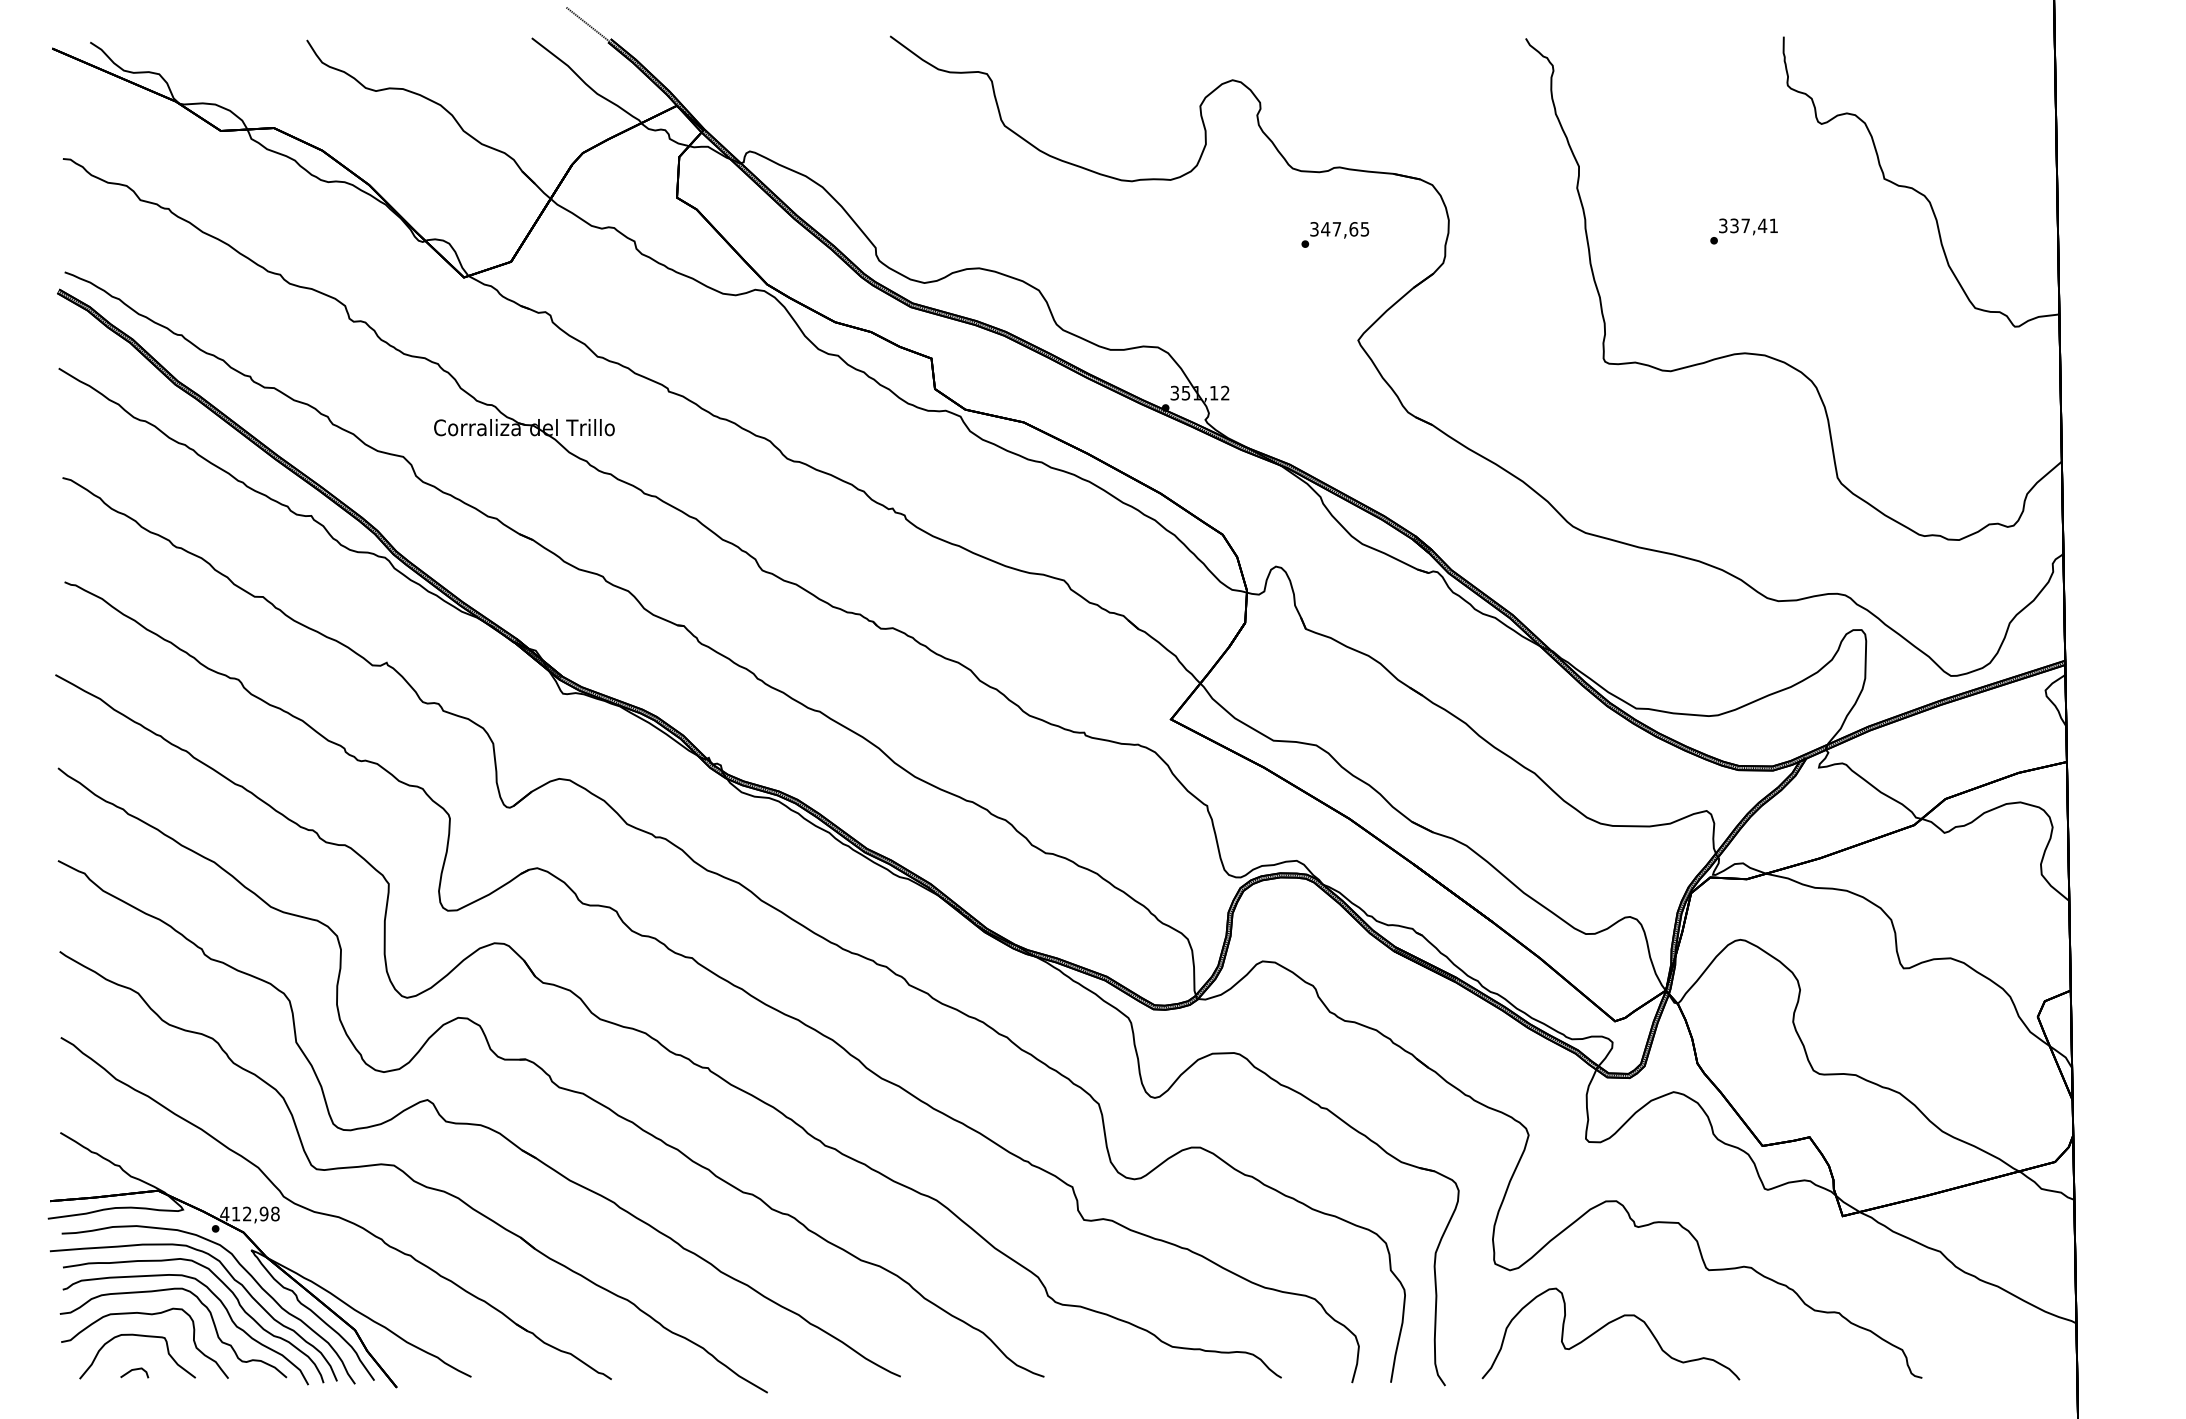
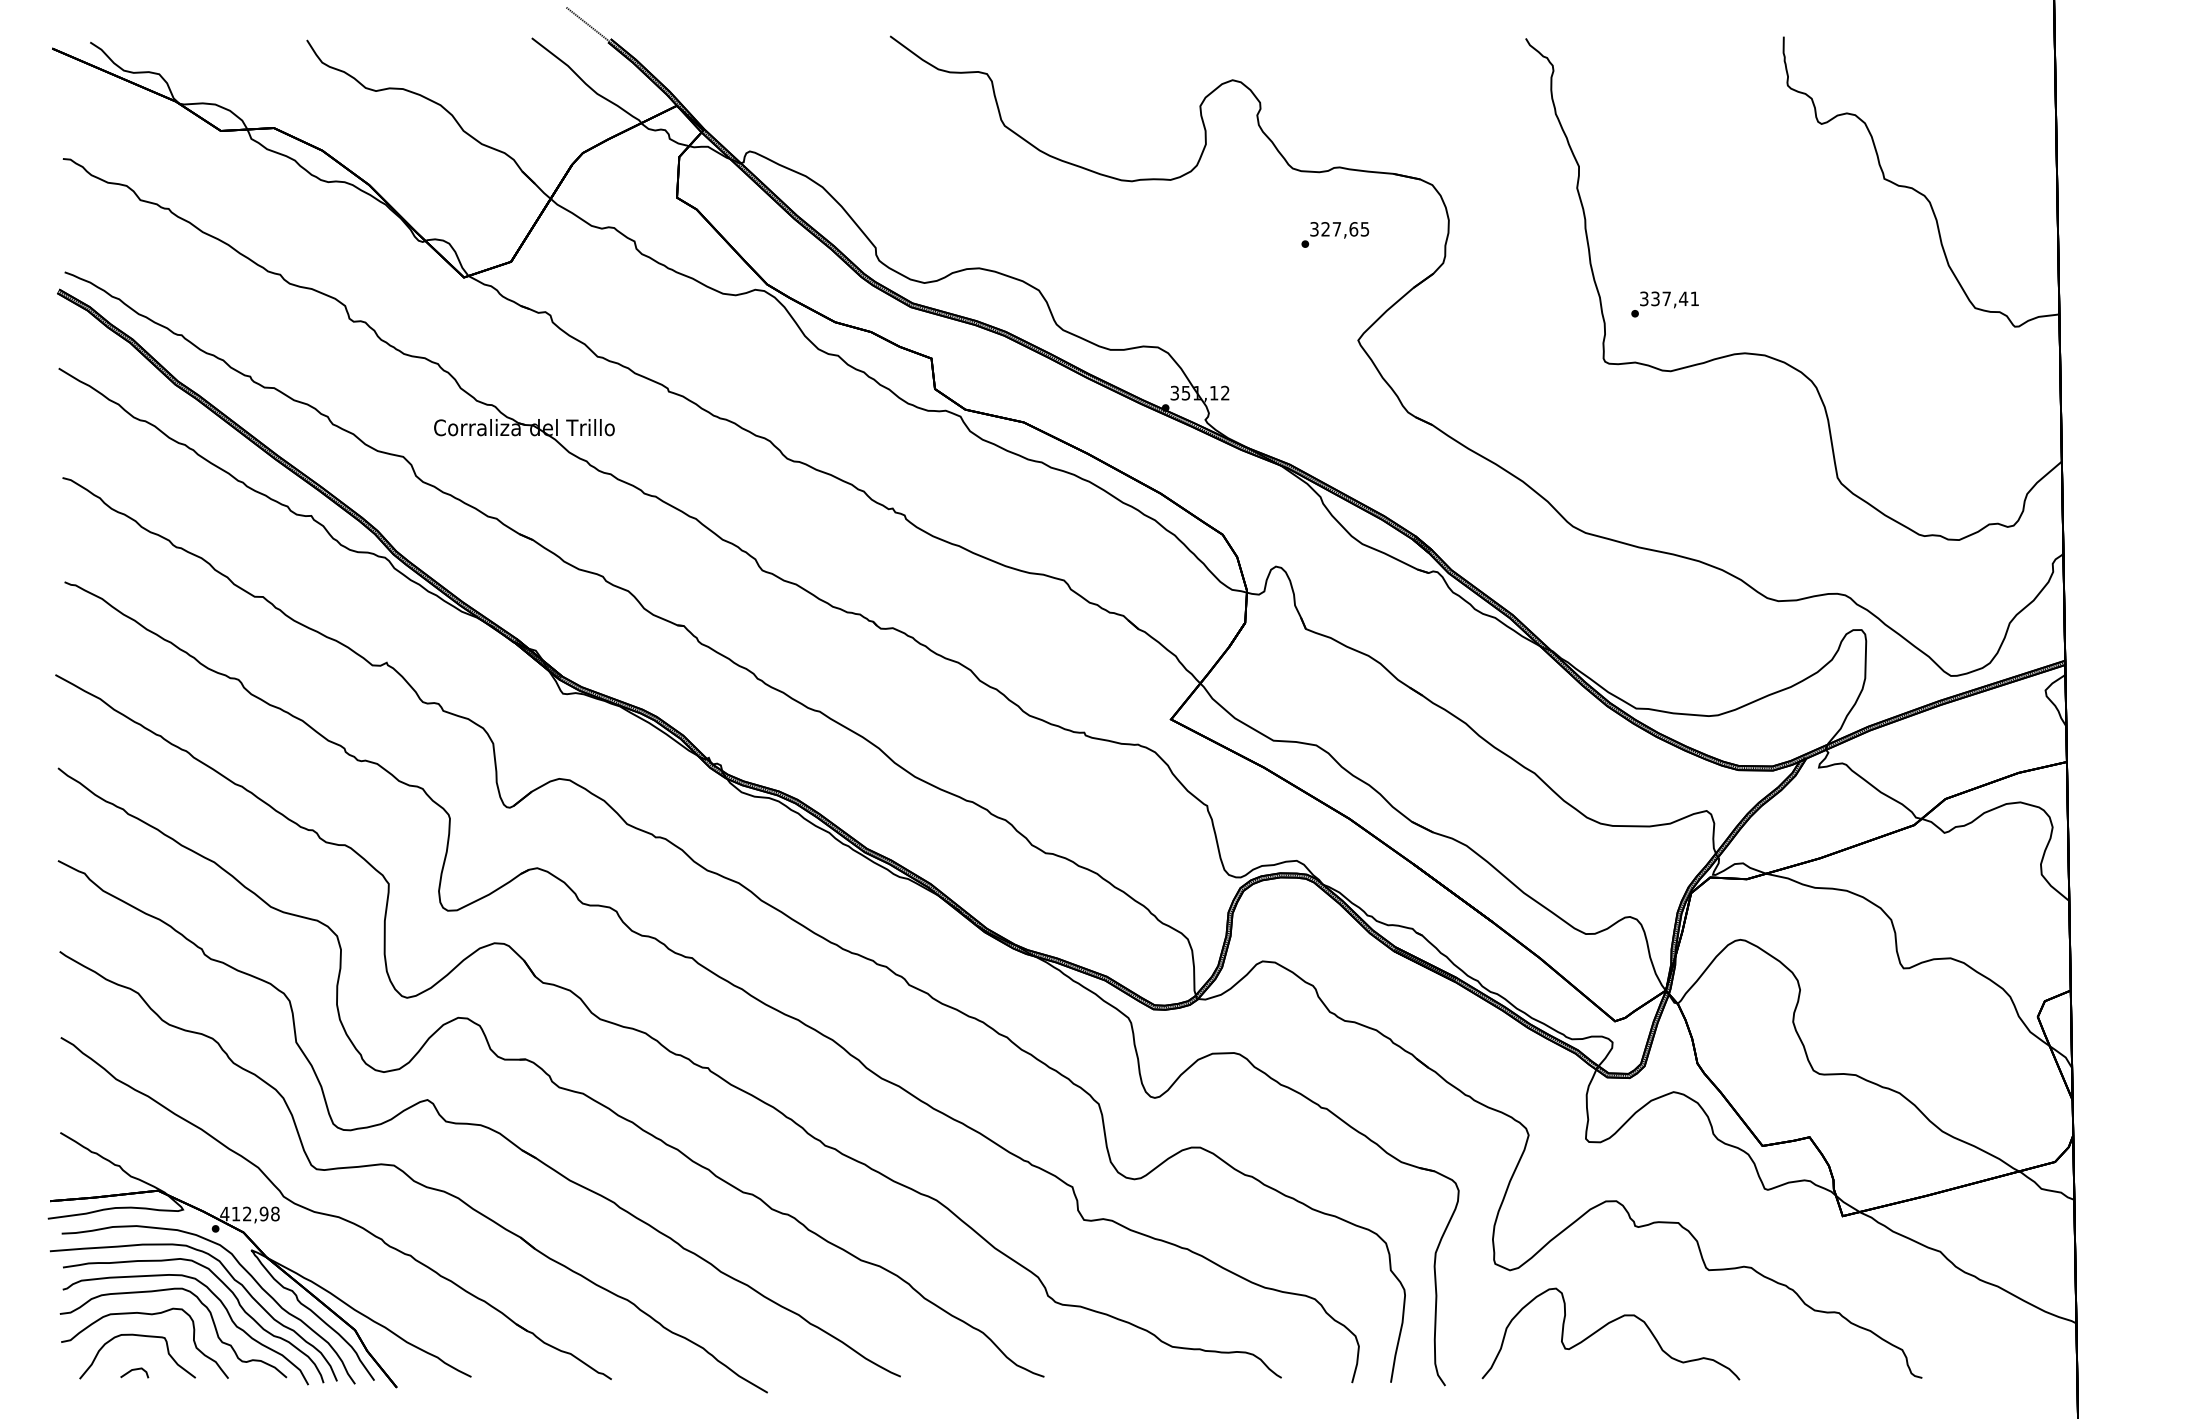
text at (1325, 229): 347,65 -> 327,65
text at (1743, 231) position: (1743, 231) -> (1664, 304)
